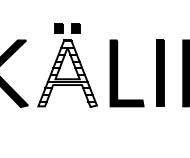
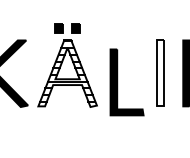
part at (118, 73) position: (118, 73) -> (118, 82)
fill at (160, 73): present -> none
